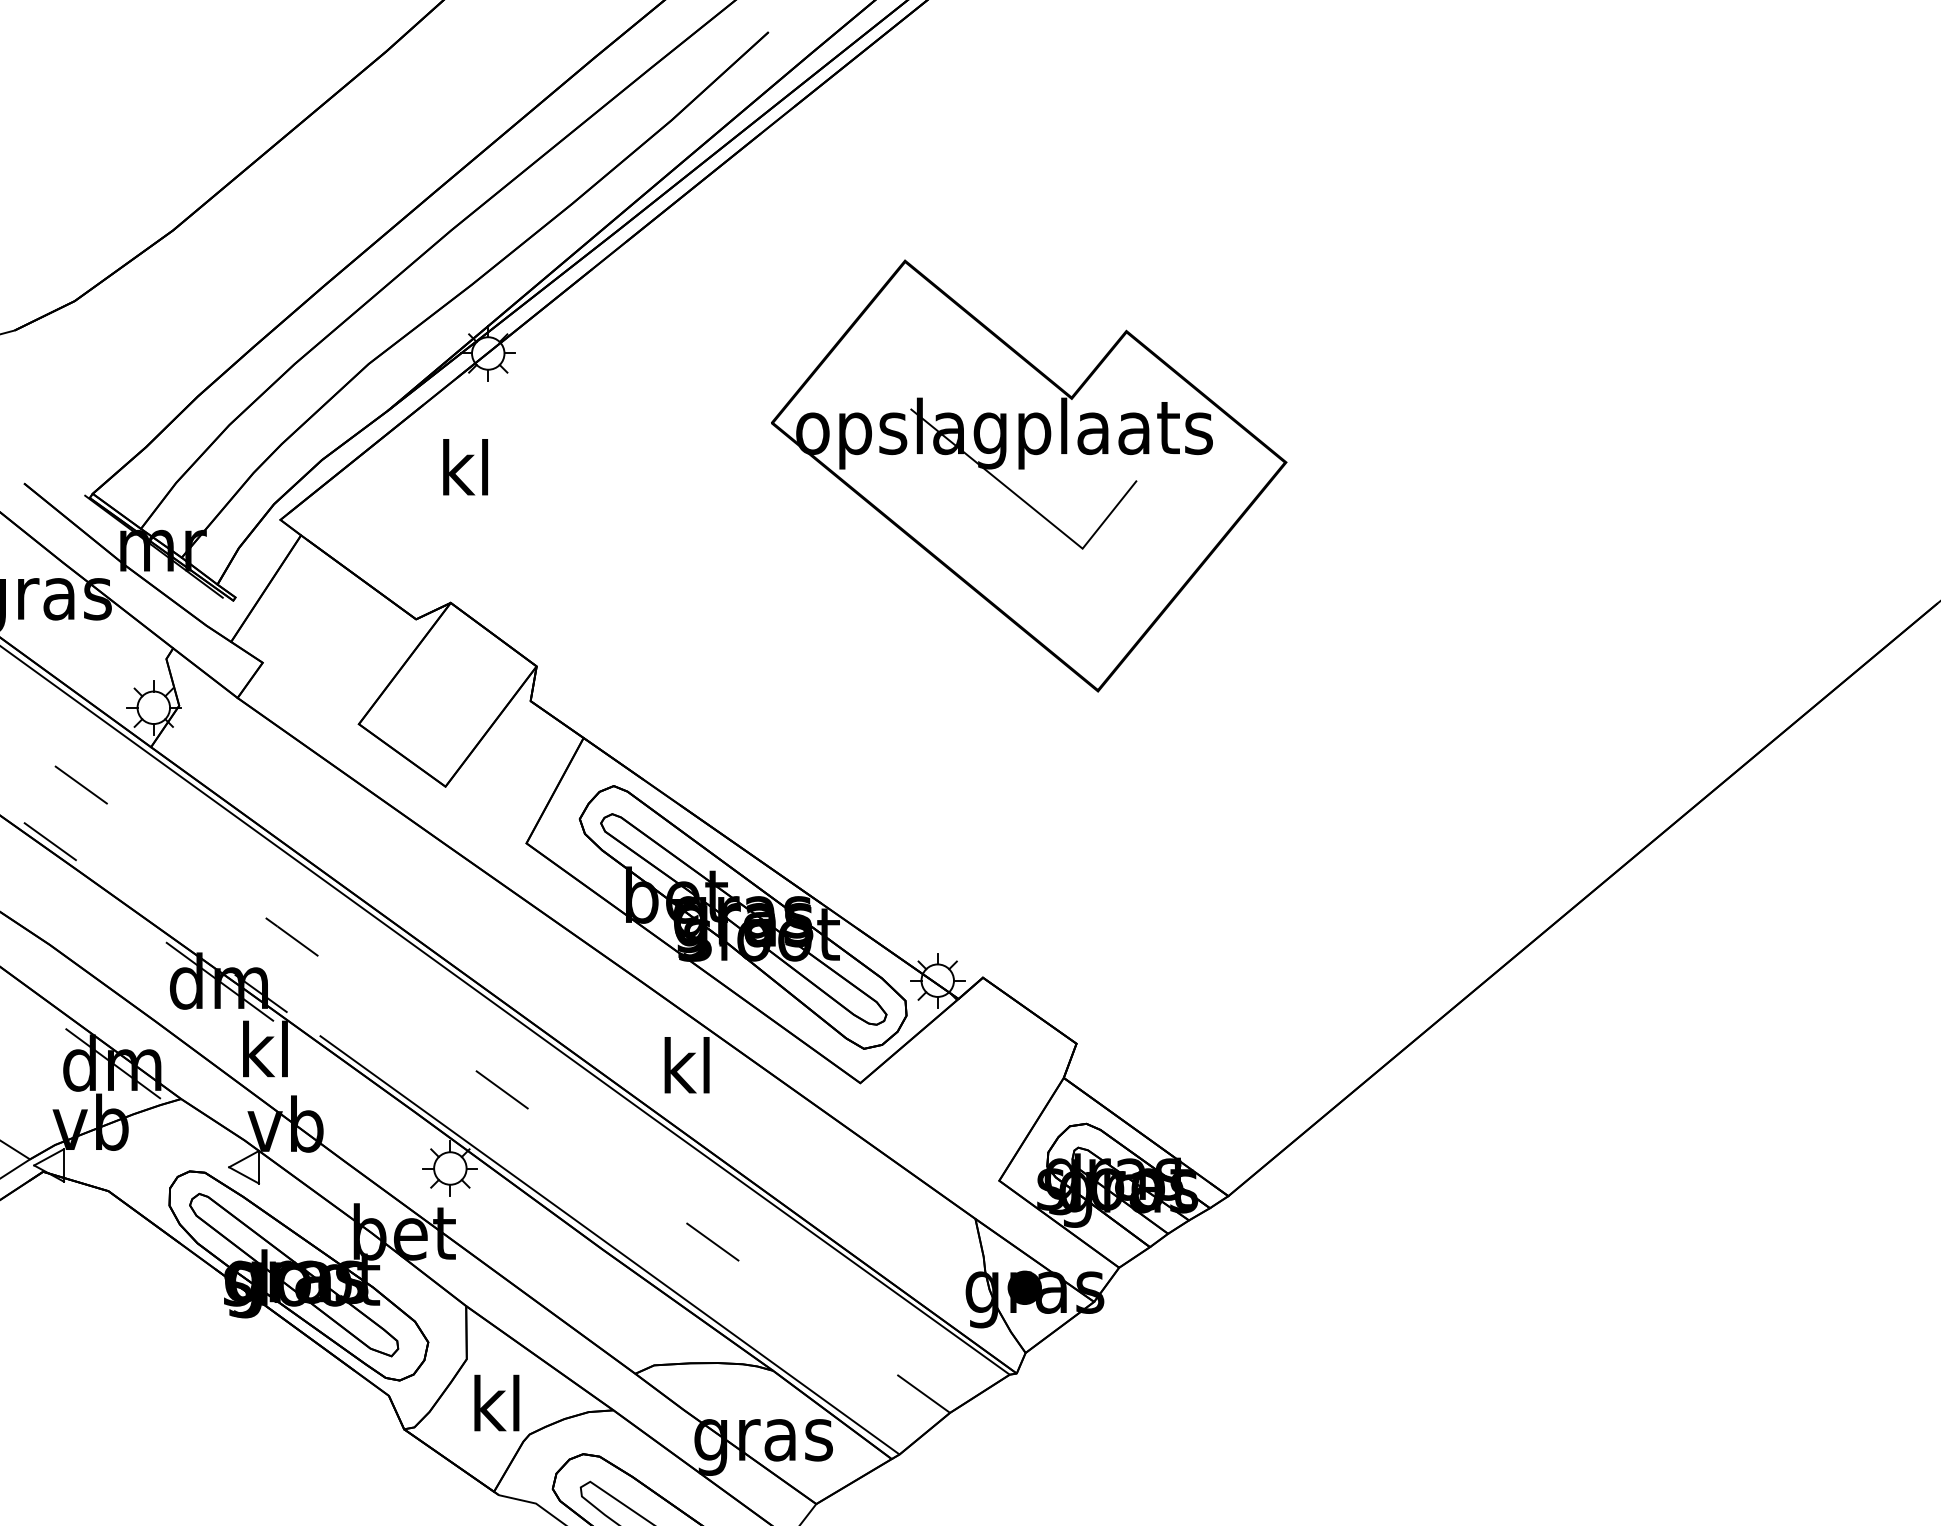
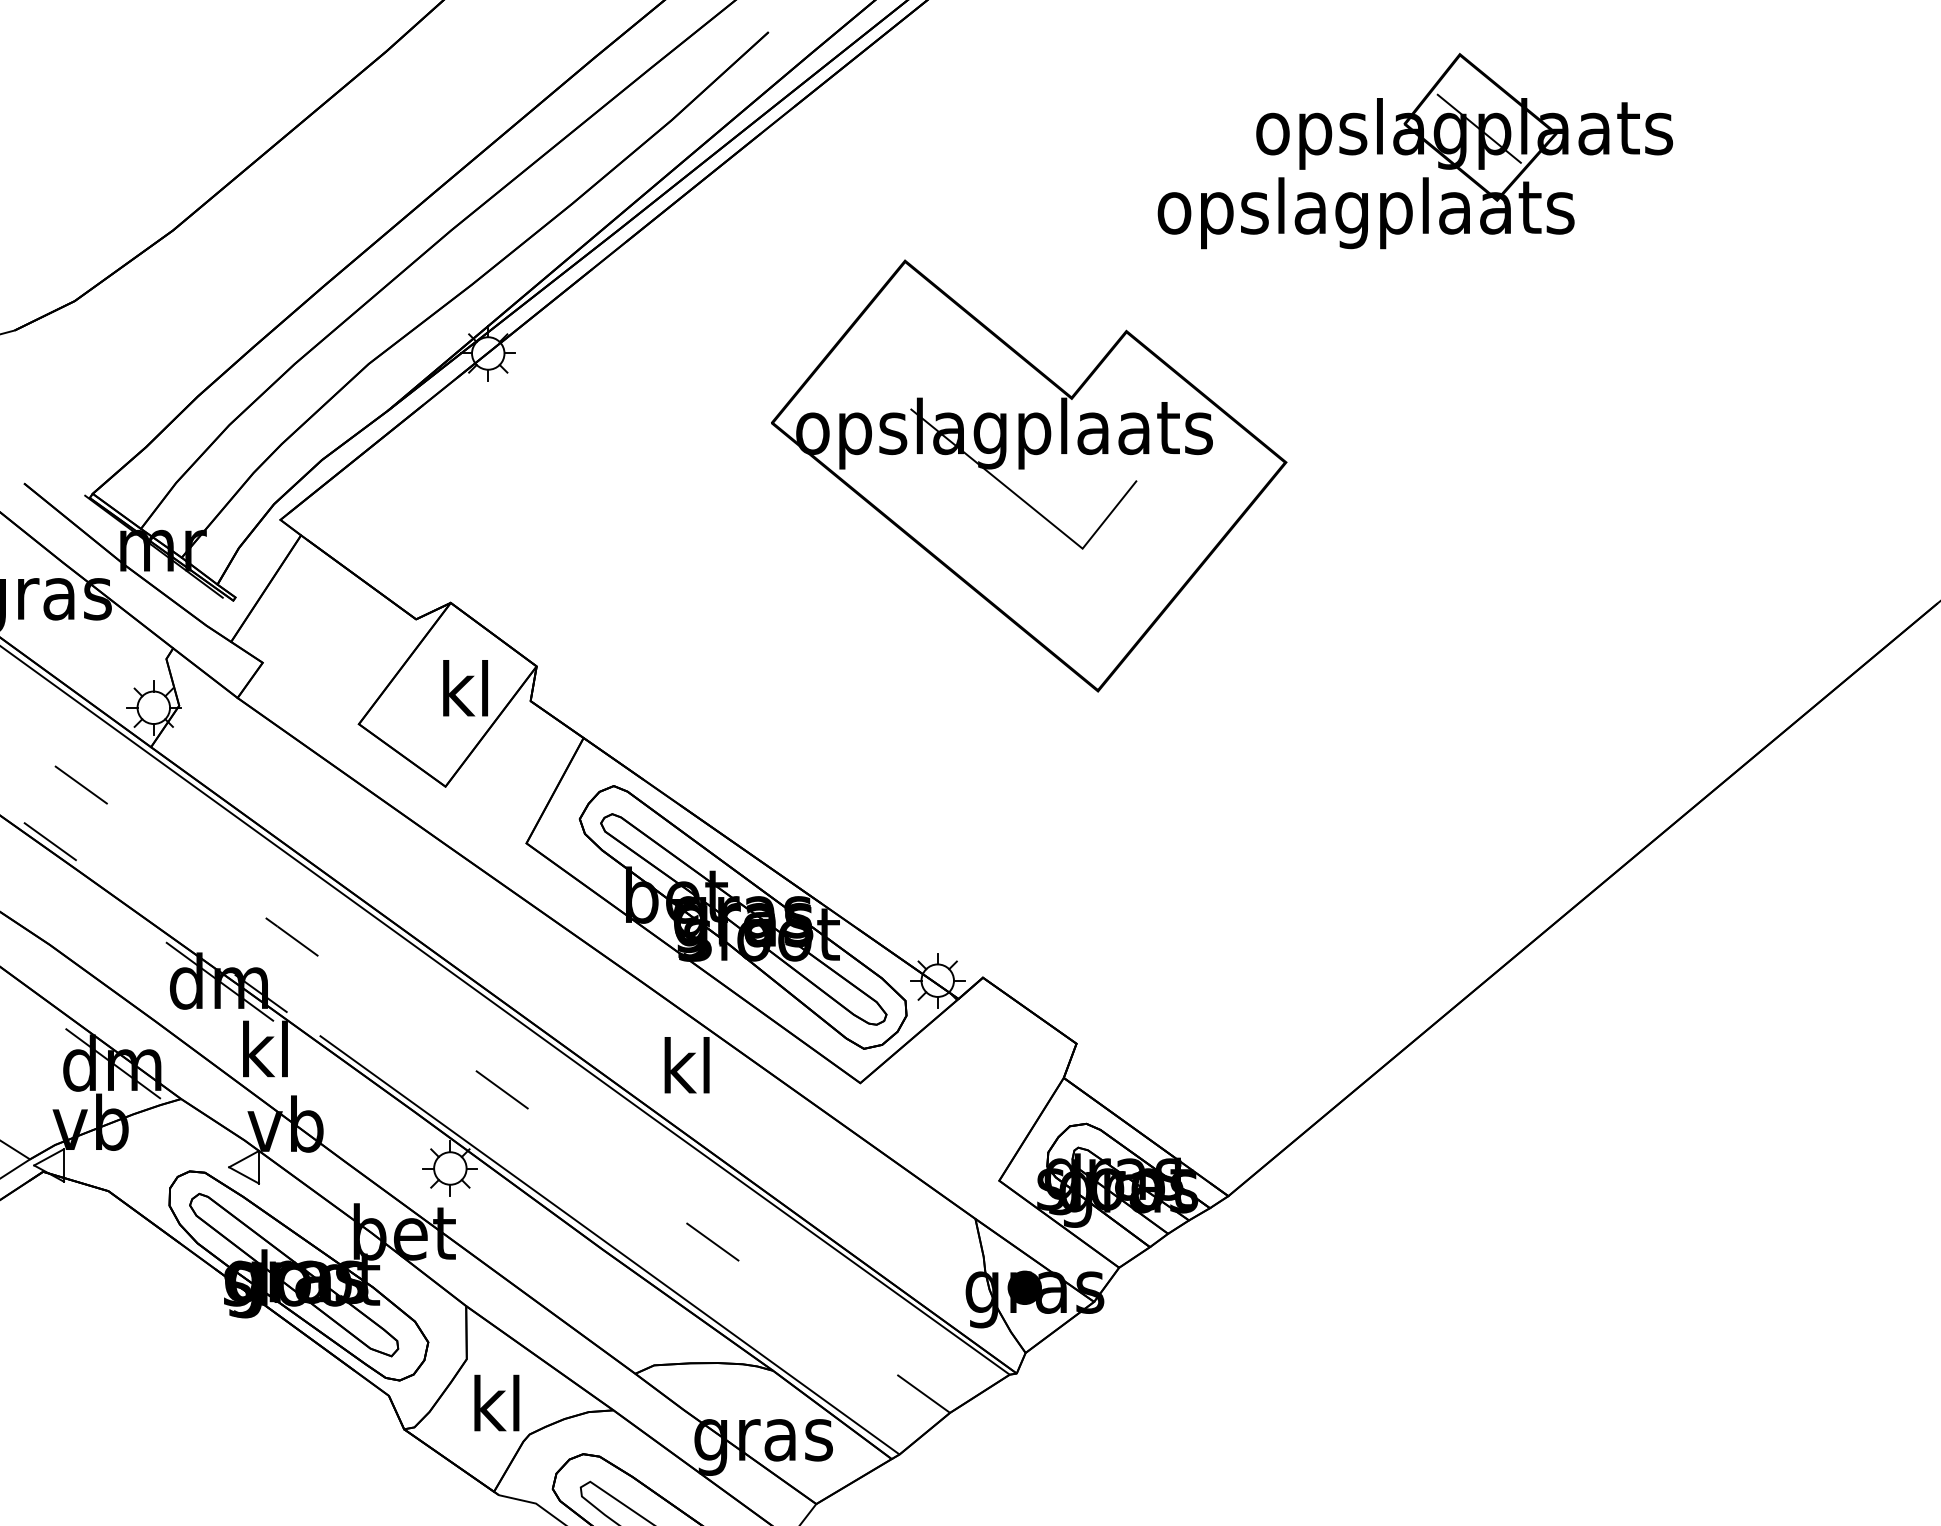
part at (1415, 151): none -> present
text at (465, 467) position: (465, 467) -> (465, 688)
